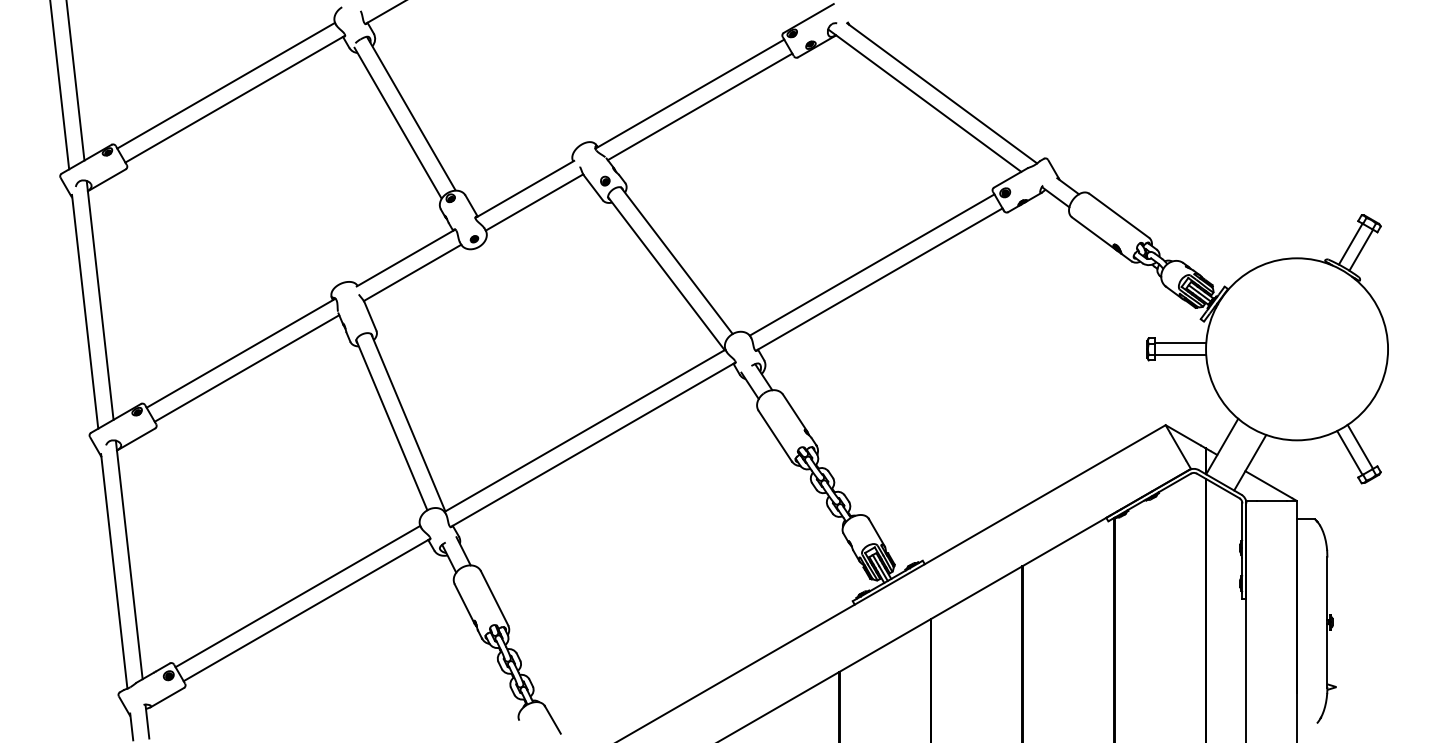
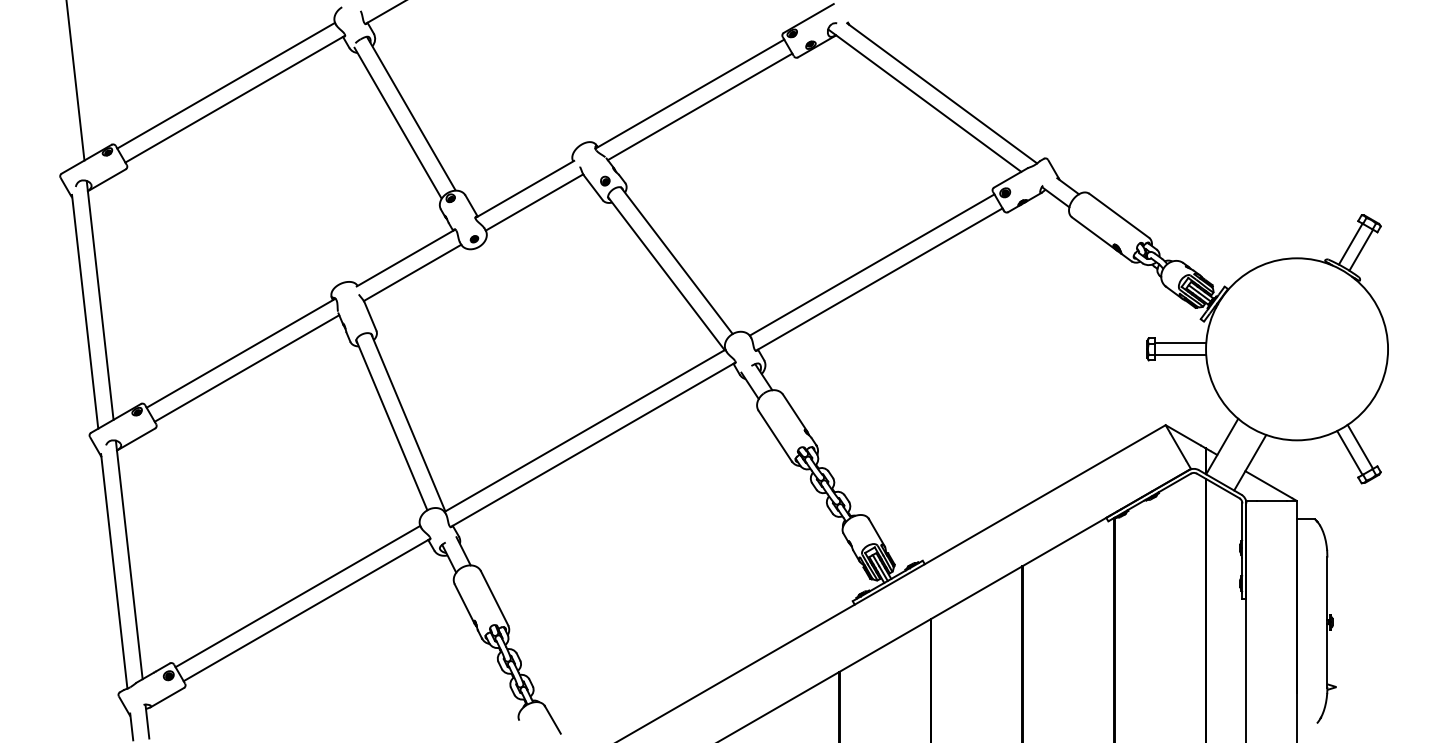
line at (59, 85): present -> none
